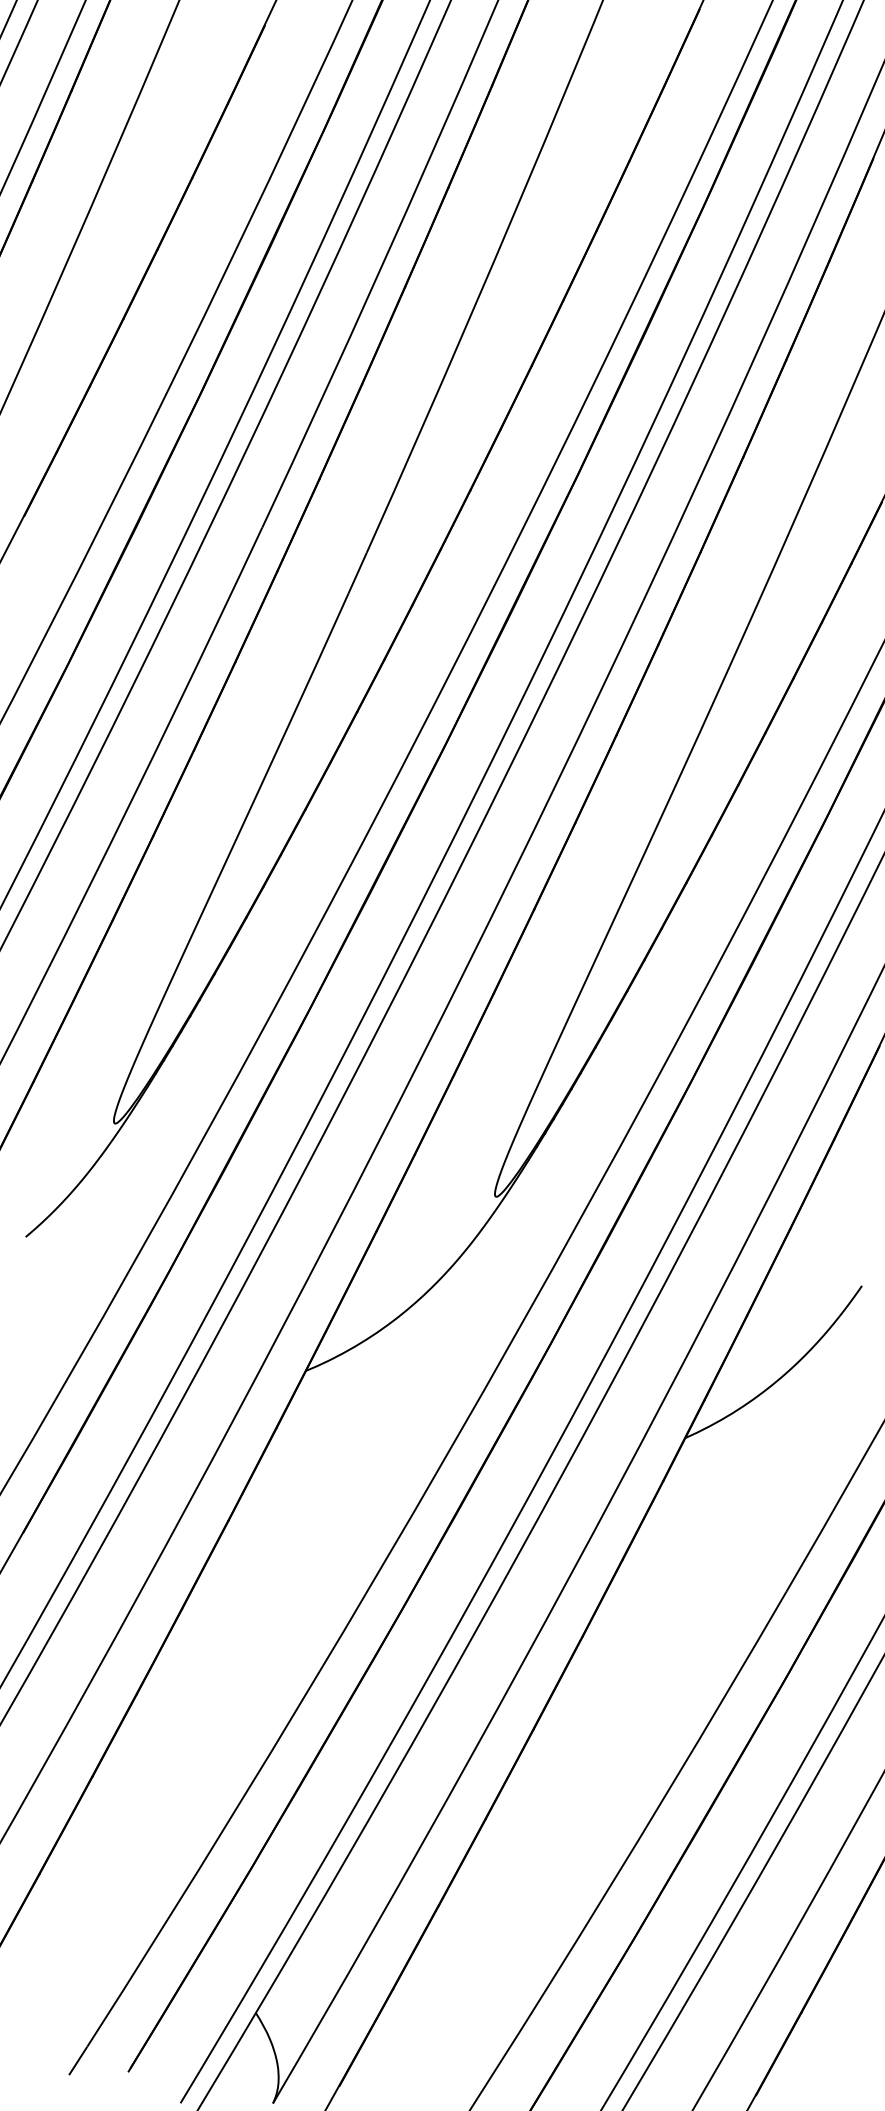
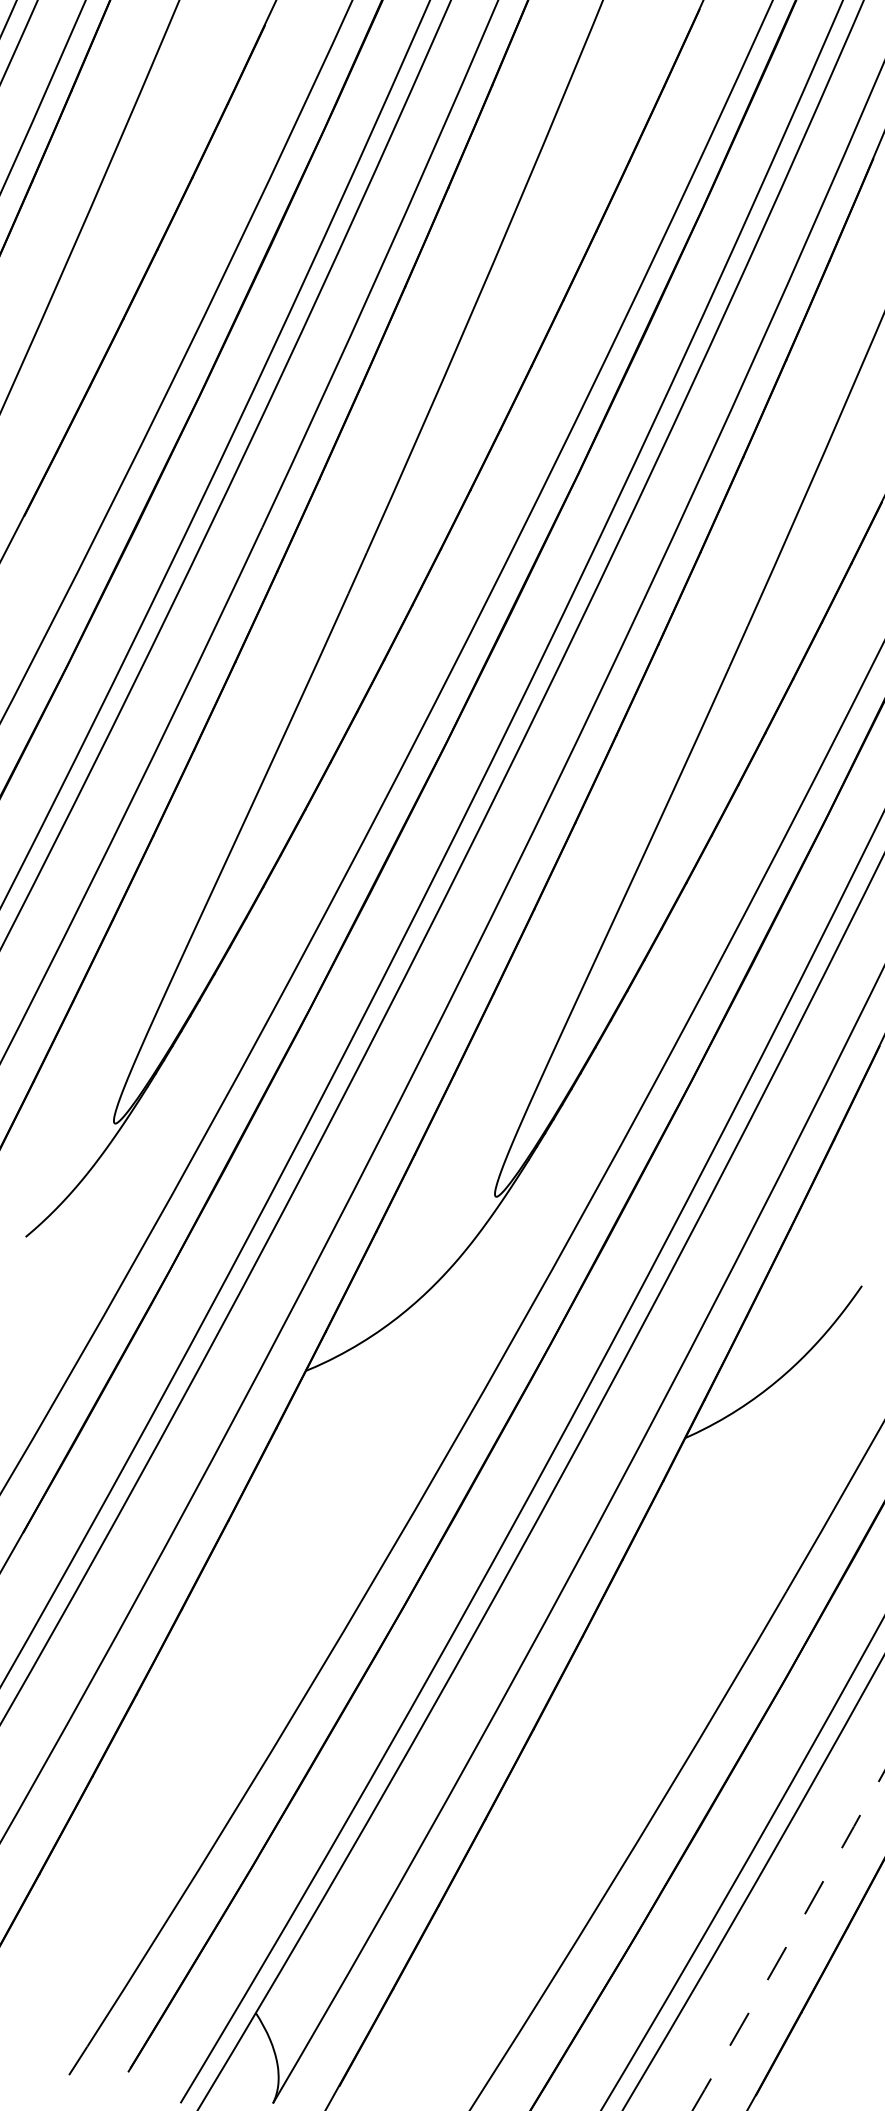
arc at (789, 1940): solid -> dashed
